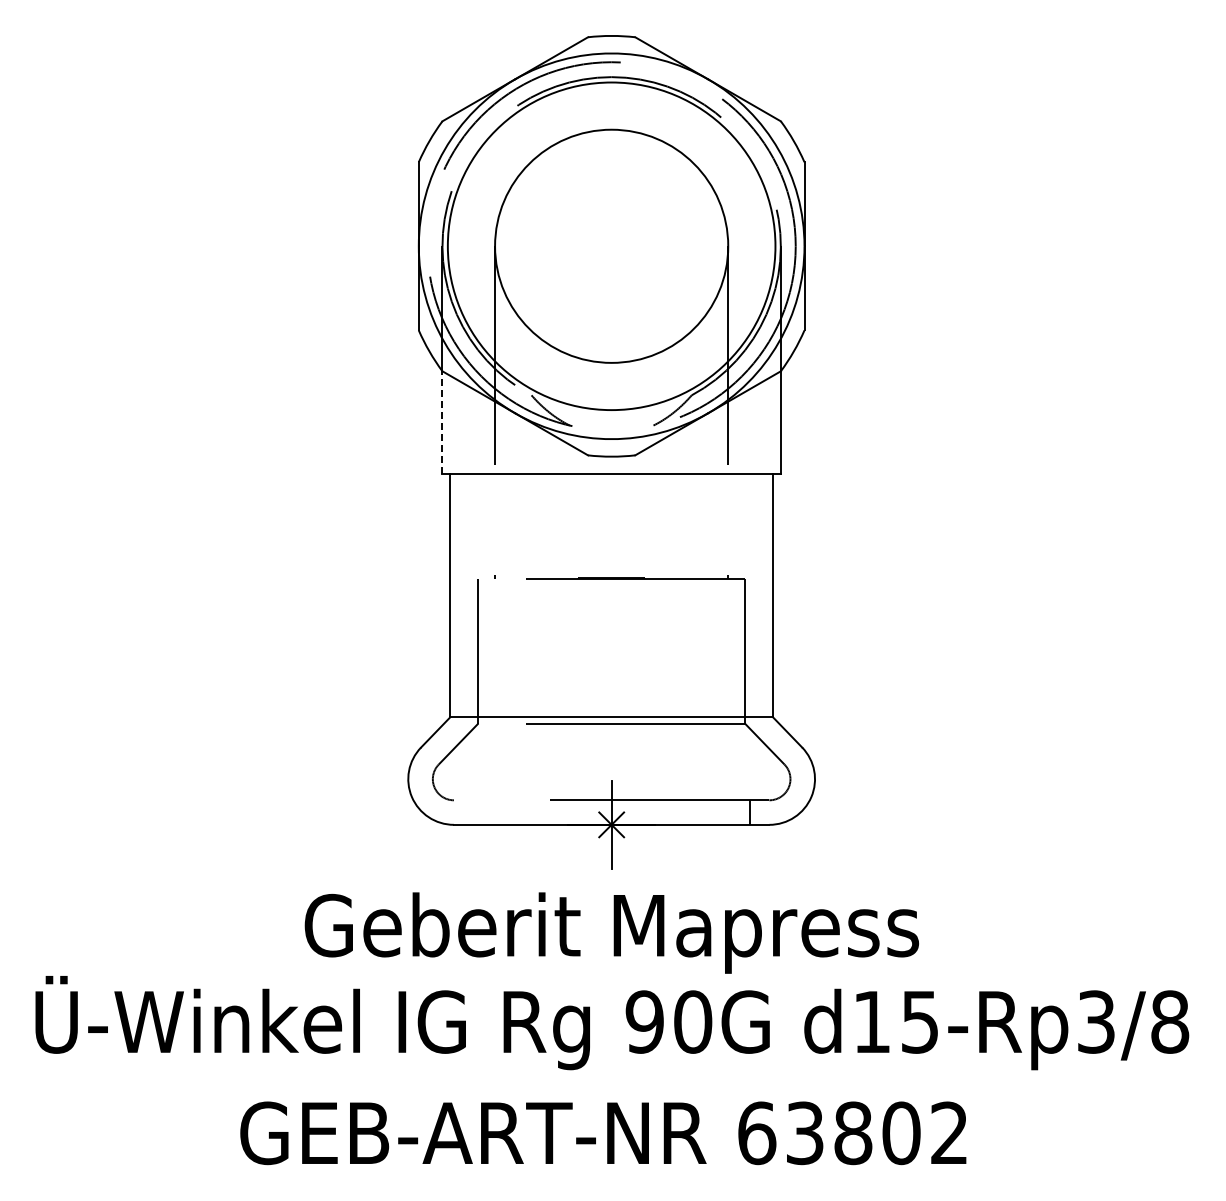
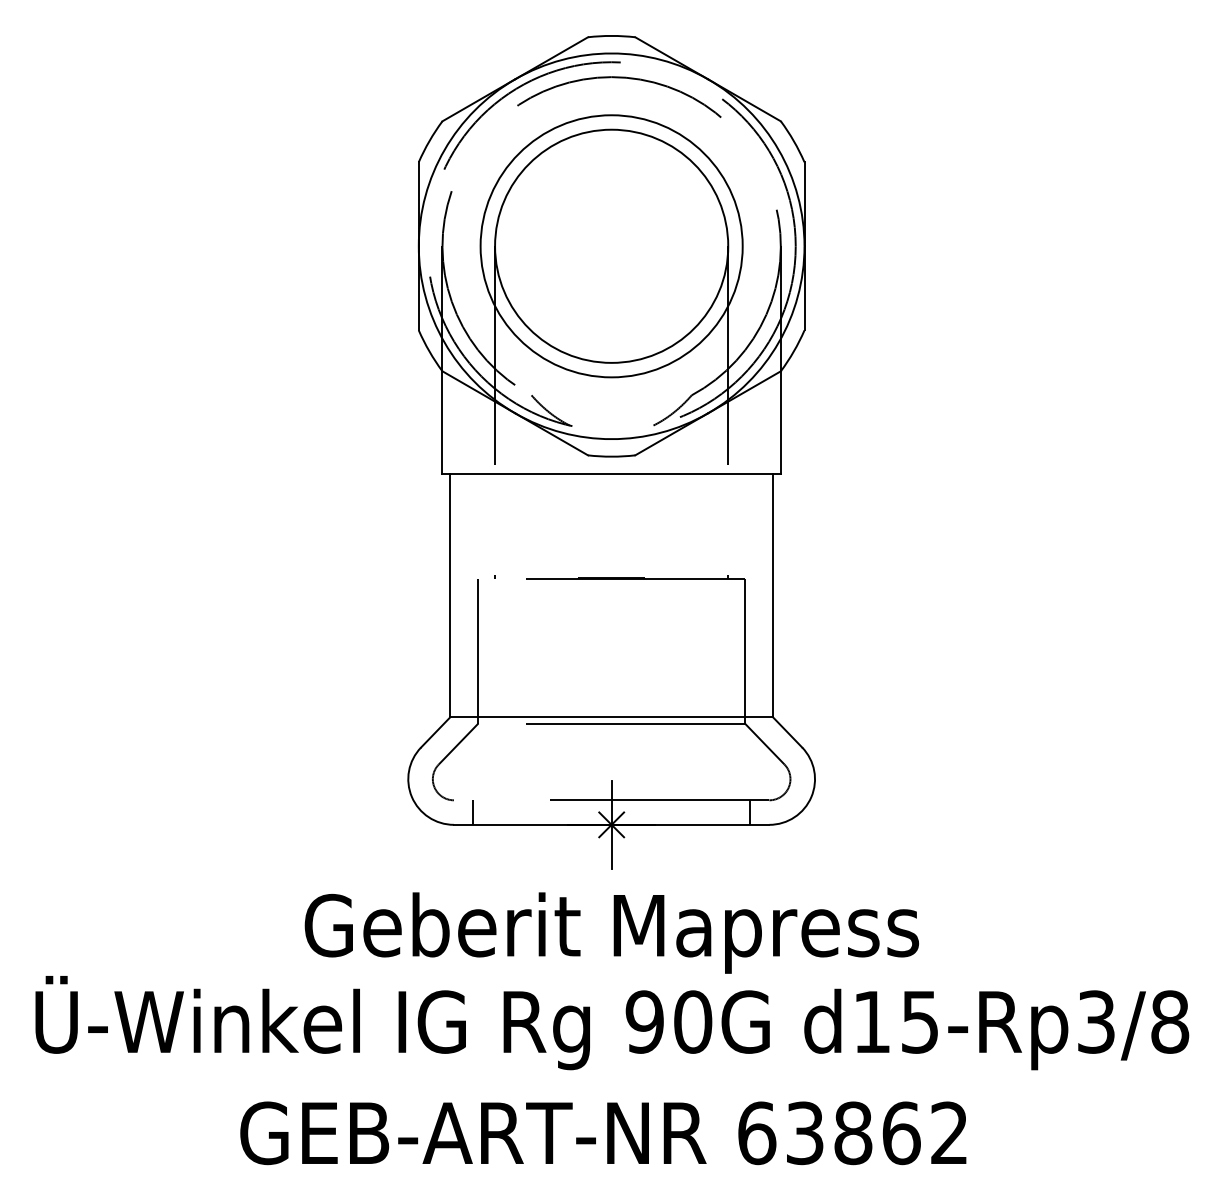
circle at (611, 246) diameter: 328 px -> 262 px
line at (442, 422): dashed -> solid
line at (473, 812): none -> present
text at (901, 1132): 63802 -> 63862
